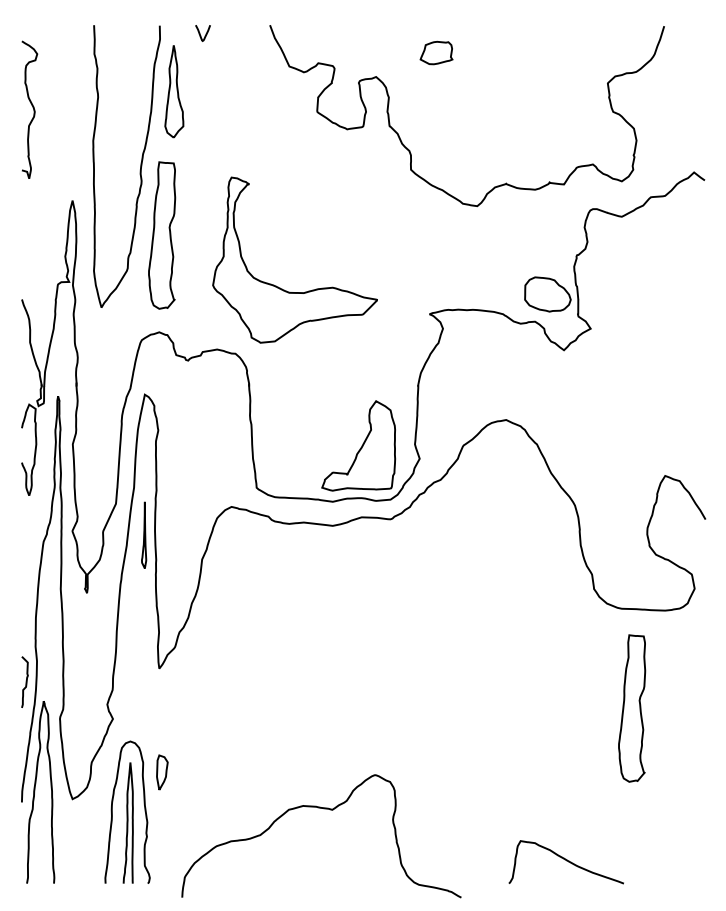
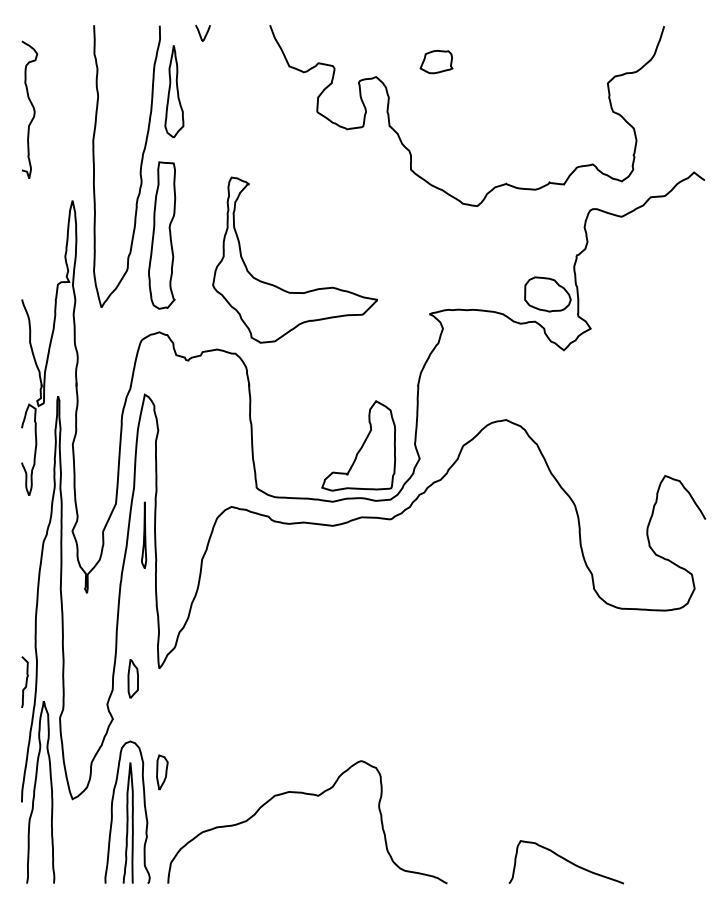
part at (436, 52) position: (436, 52) -> (436, 61)
part at (132, 678): none -> present
part at (632, 708): present -> none
curve at (323, 809) position: (323, 809) -> (309, 795)
